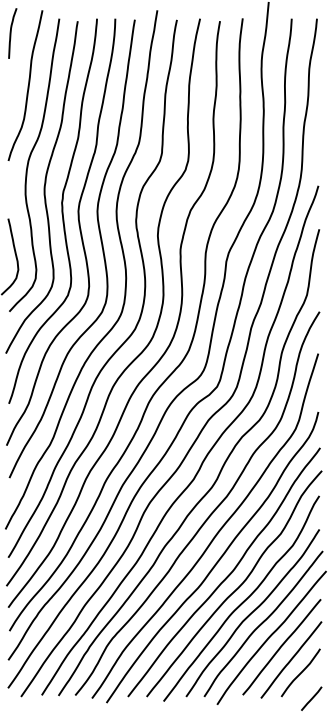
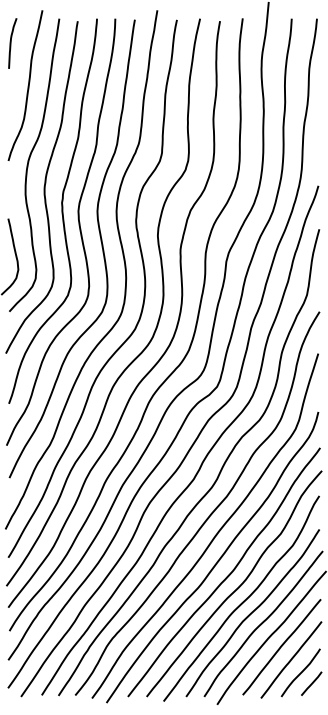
curve at (11, 33) position: (11, 33) -> (11, 43)
line at (311, 698) position: (311, 698) -> (311, 683)
